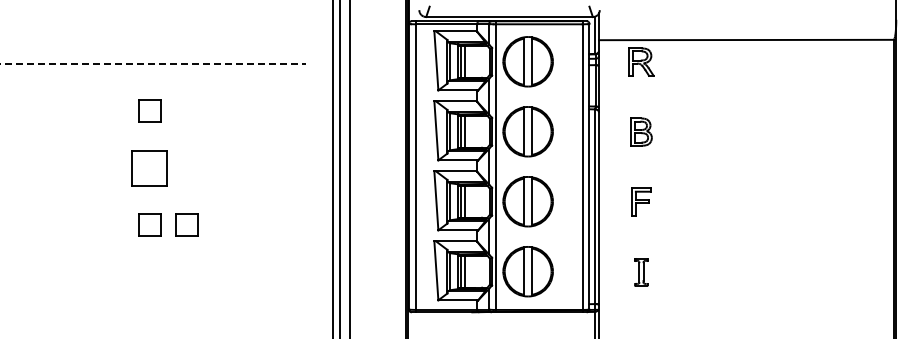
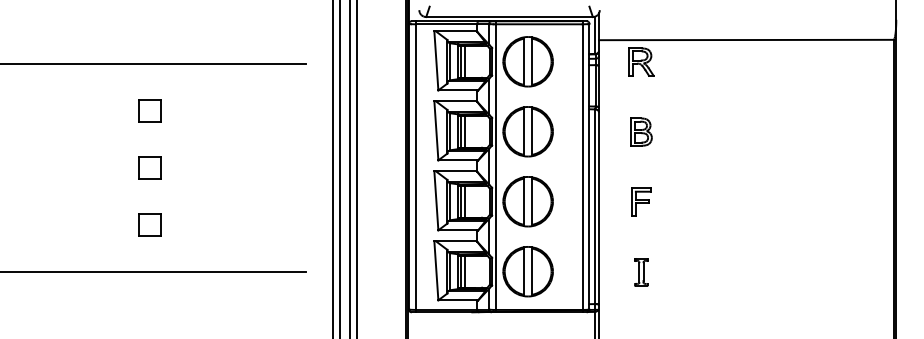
line at (153, 64): dashed -> solid
part at (149, 168) size: 37x37 px -> 24x24 px
line at (356, 168): none -> present
part at (186, 224): present -> none
line at (153, 272): none -> present
